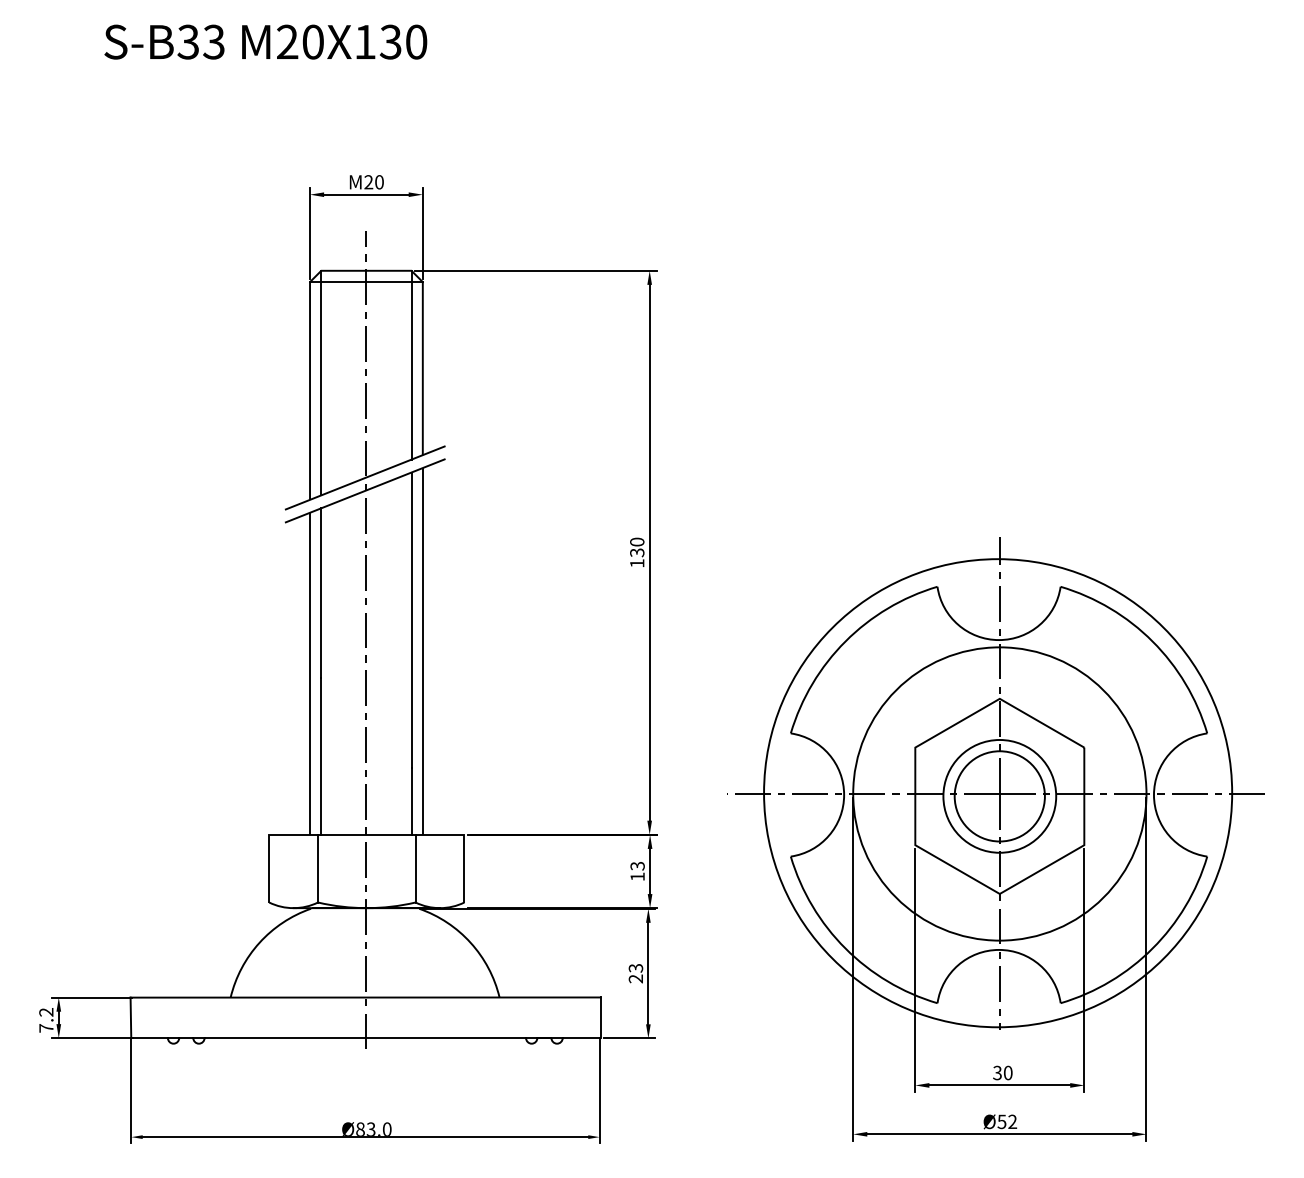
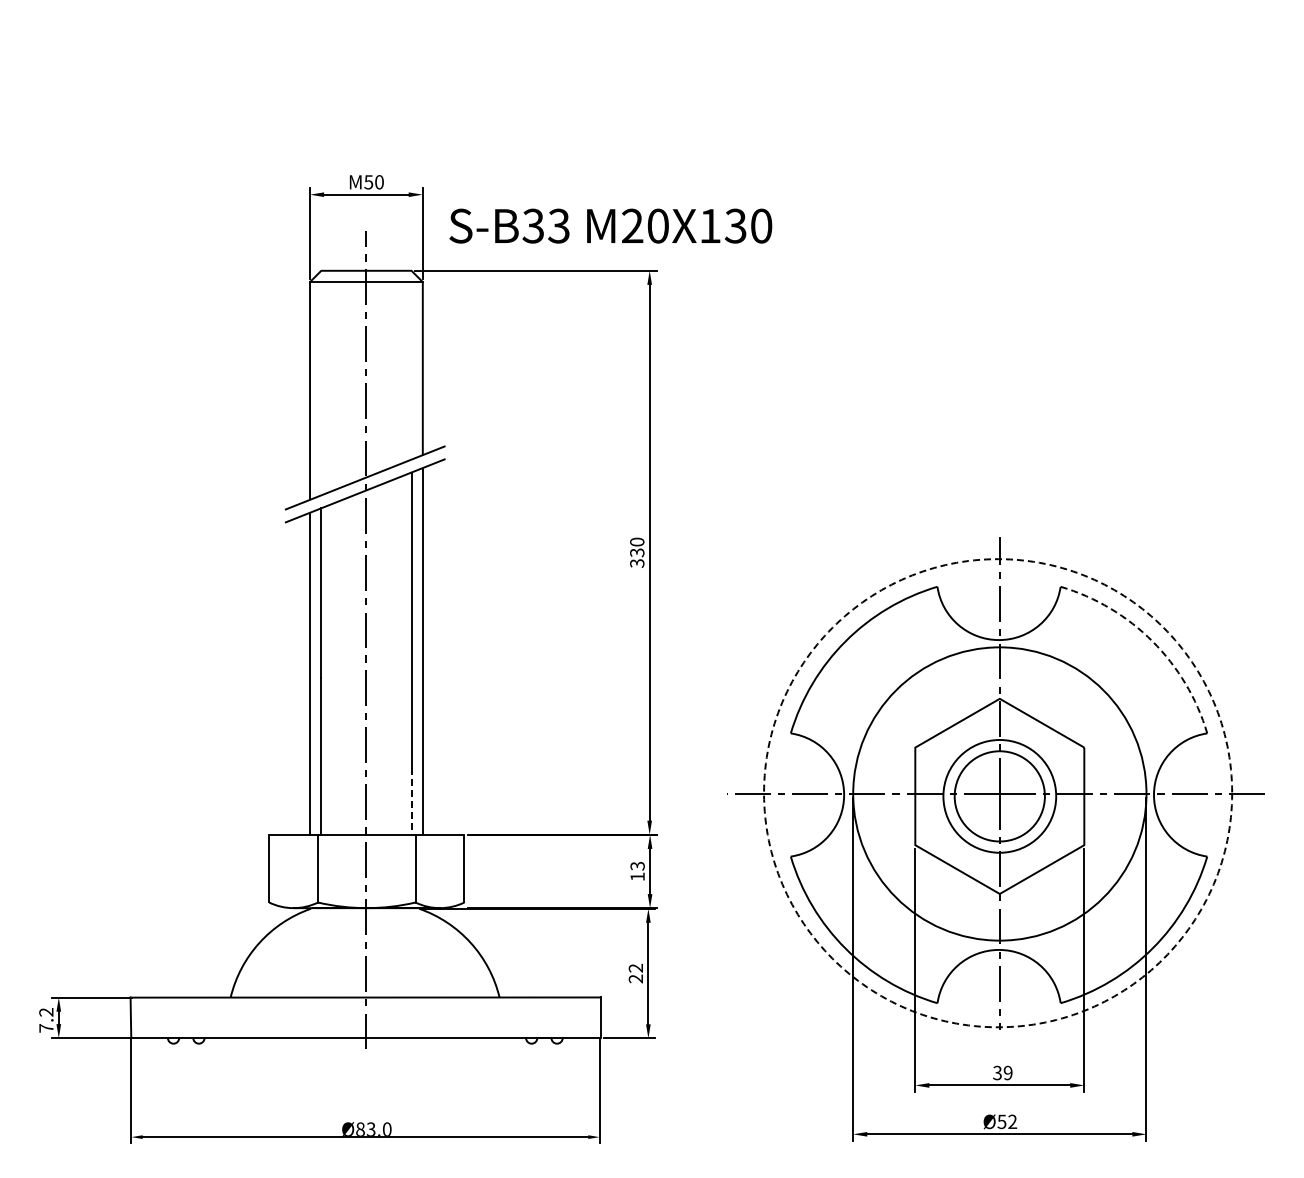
text at (265, 41) position: (265, 41) -> (610, 225)
text at (368, 182): M20 -> M50
line at (411, 364): present -> none
line at (321, 382): present -> none
text at (637, 563): 130 -> 330
arc at (1152, 641): solid -> dashed
circle at (998, 793): solid -> dashed
line at (411, 801): solid -> dashed
text at (636, 967): 23 -> 22
text at (1007, 1073): 30 -> 39
